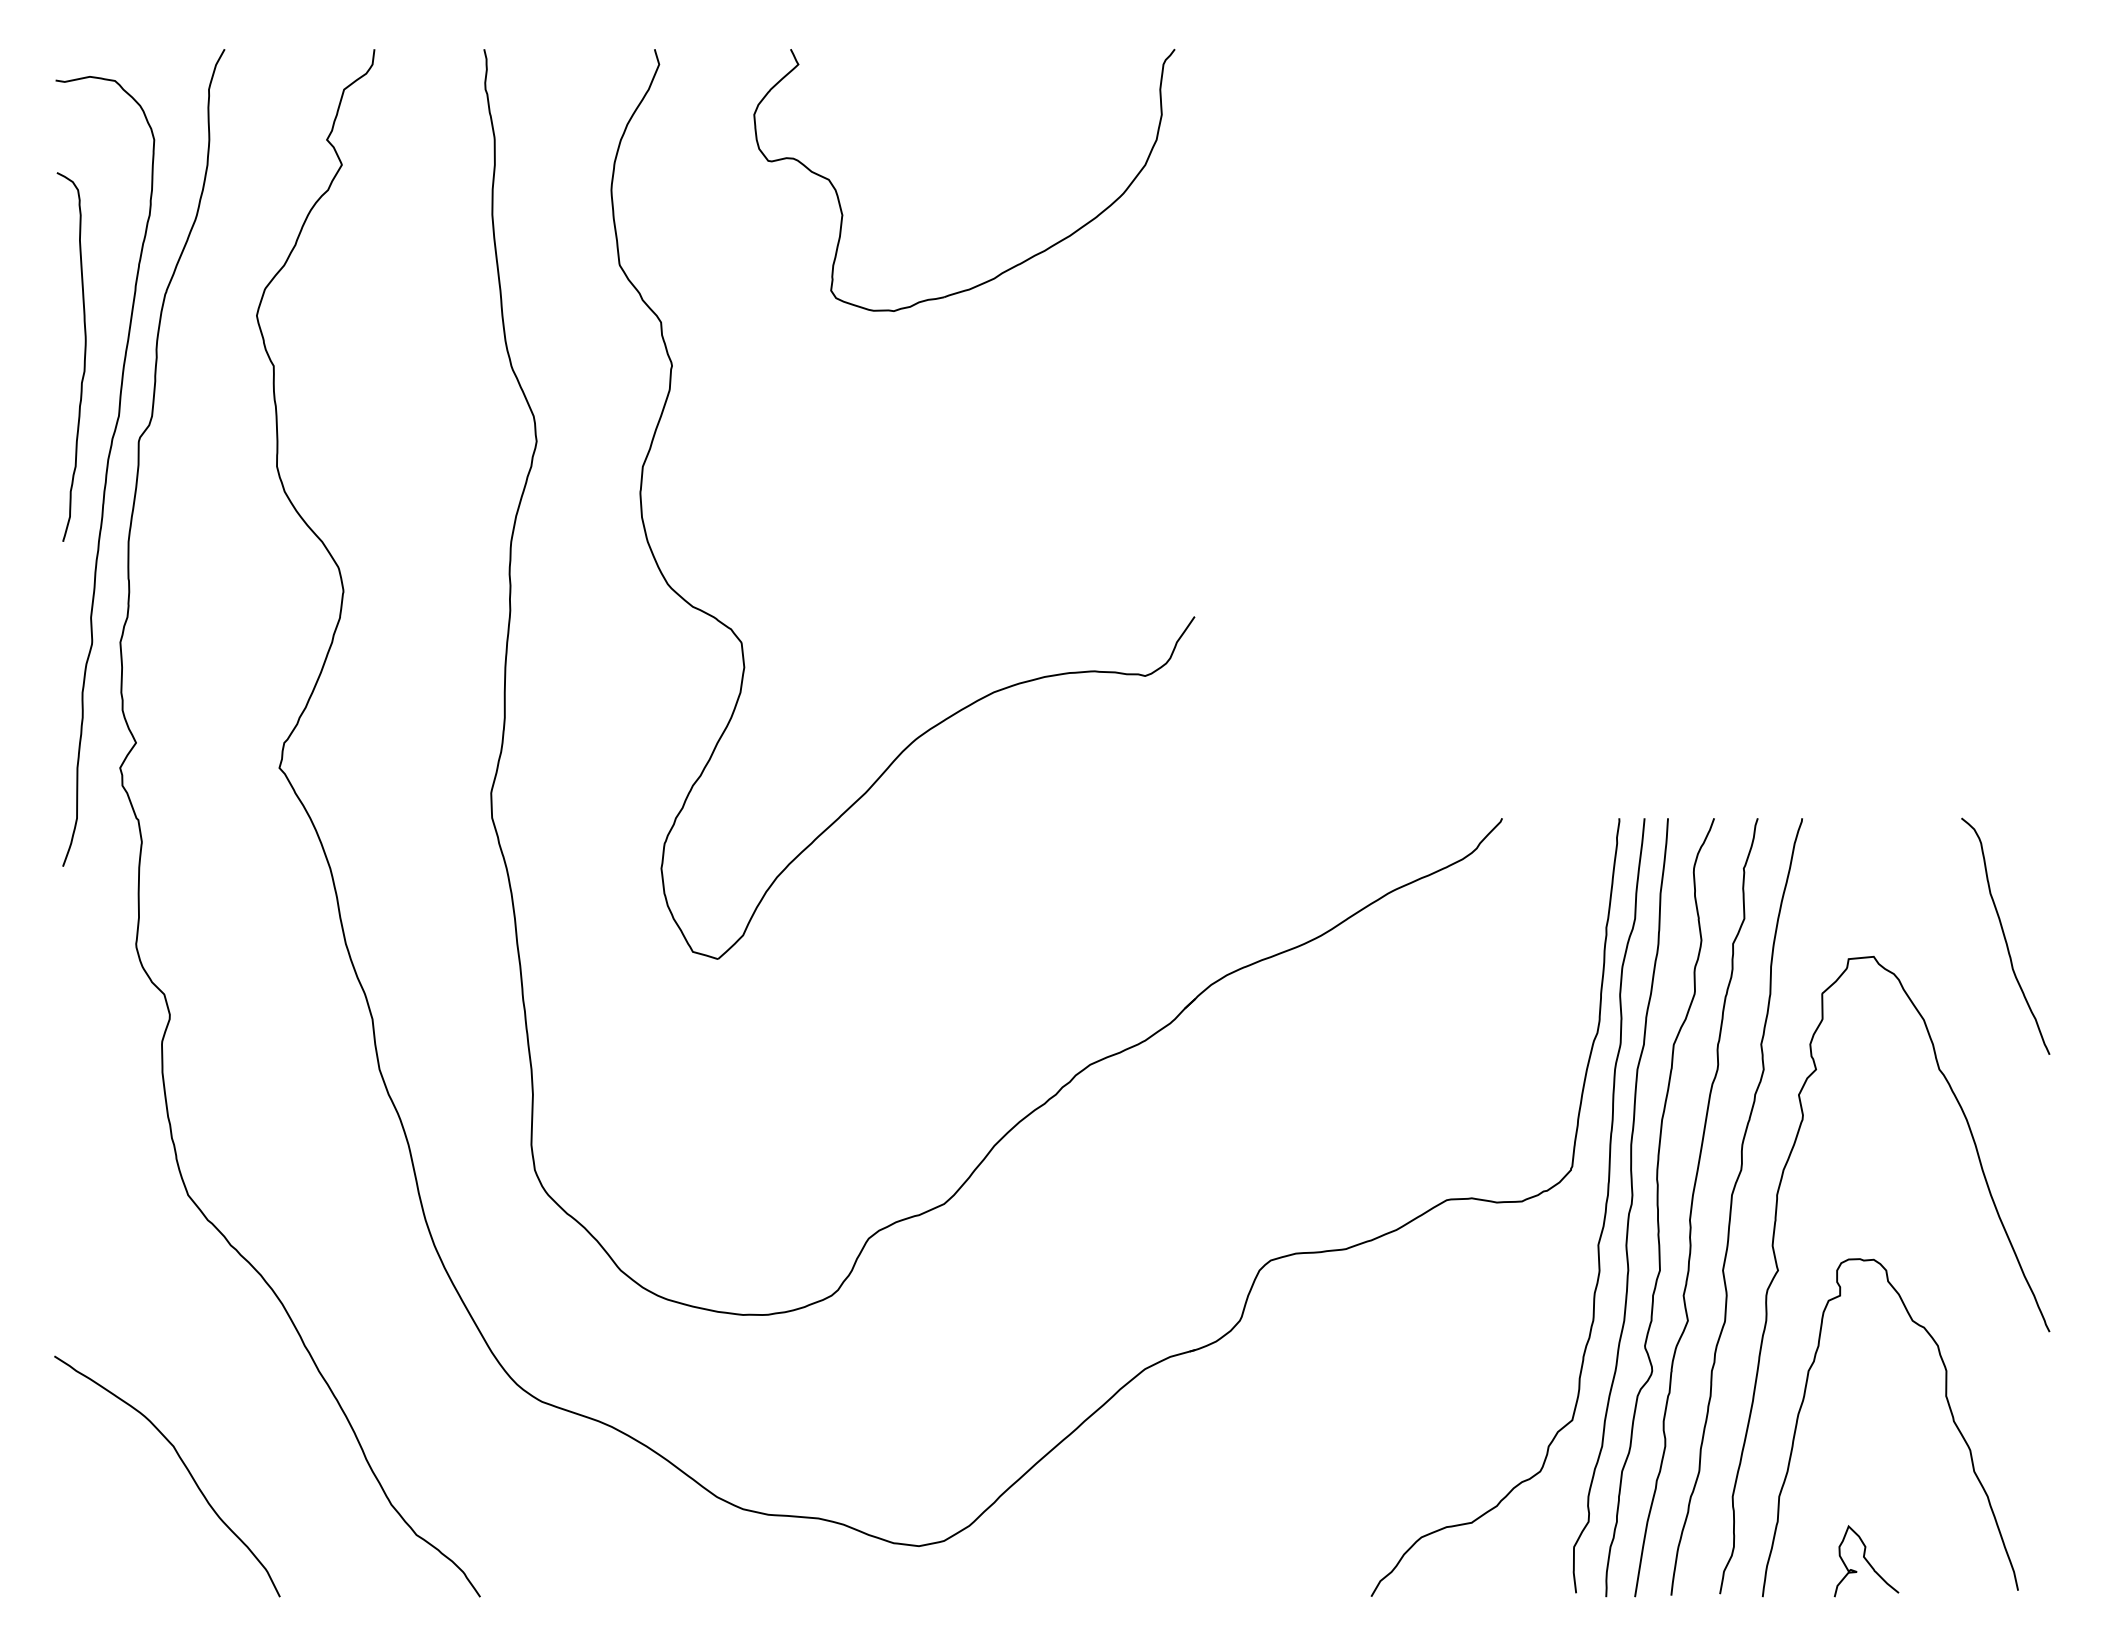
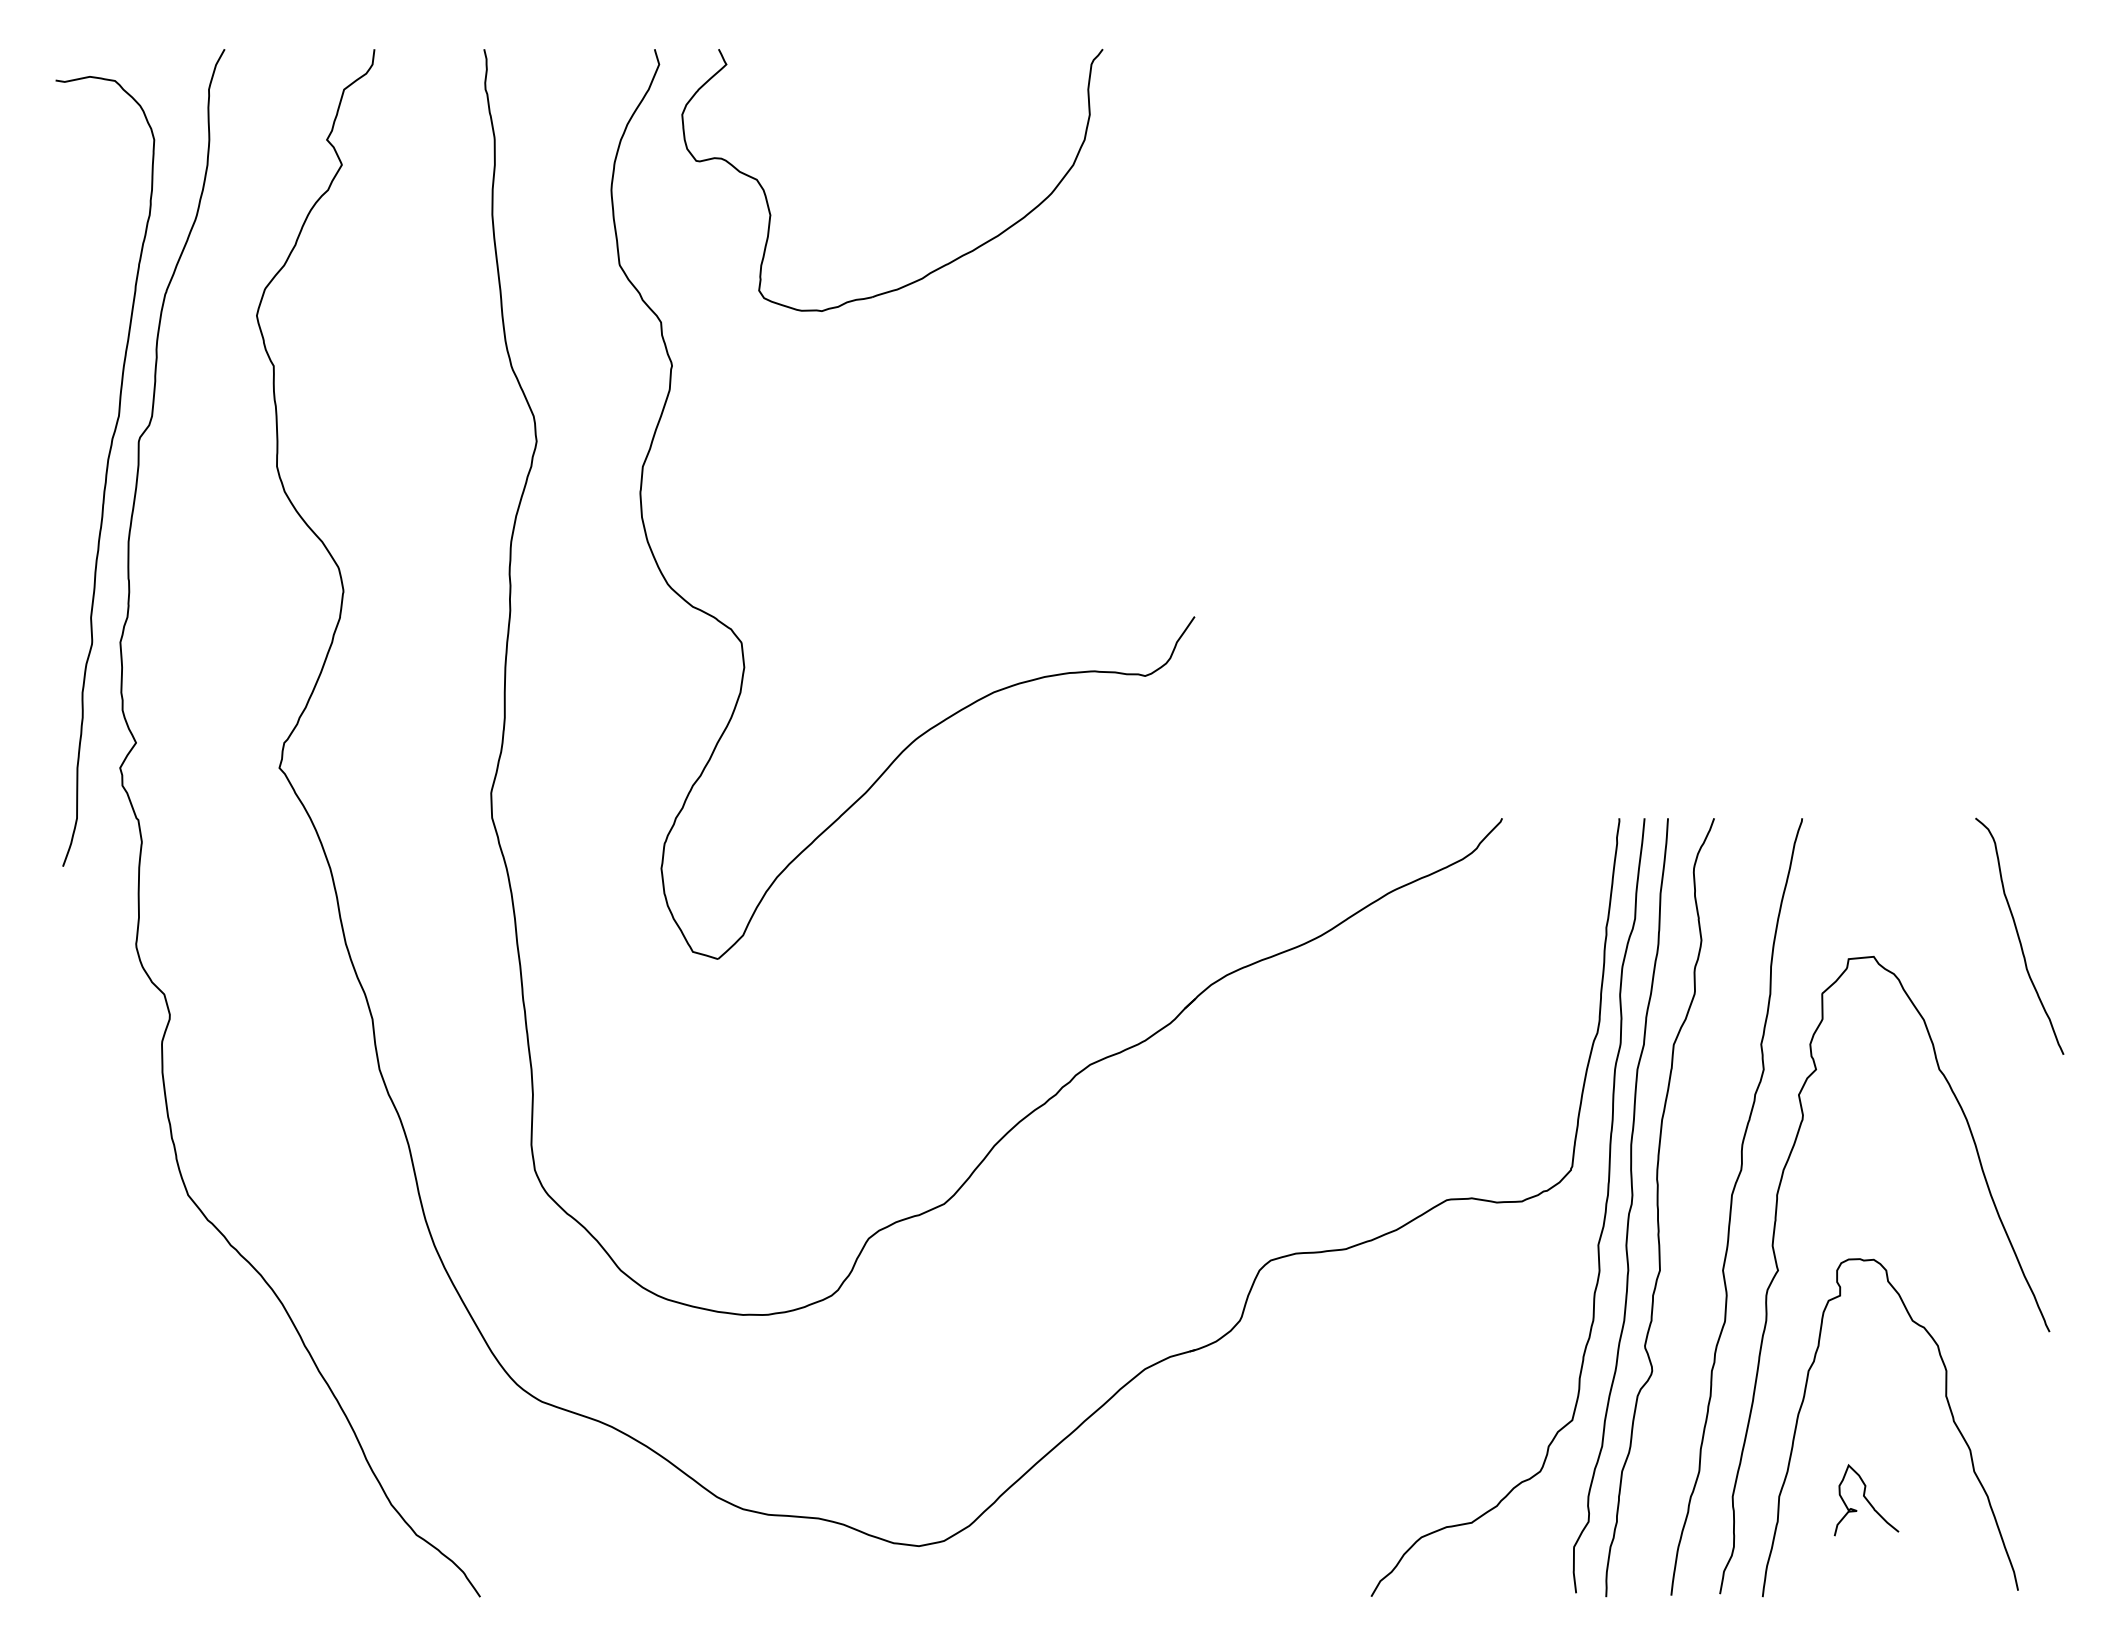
part at (1008, 268) position: (1008, 268) -> (936, 268)
curve at (84, 356): present -> none
curve at (2005, 935) position: (2005, 935) -> (2019, 935)
curve at (1692, 1207): present -> none
curve at (184, 1466): present -> none
curve at (1866, 1561) position: (1866, 1561) -> (1866, 1500)
